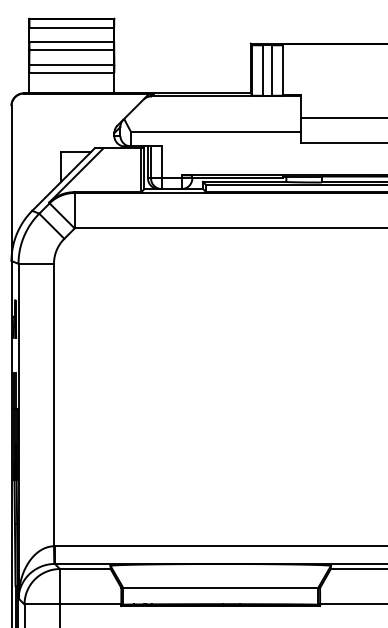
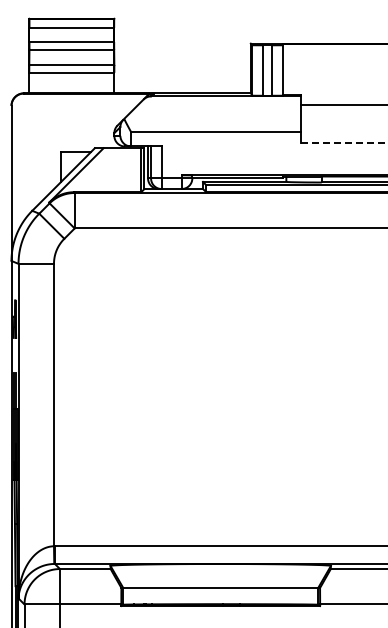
line at (342, 118) position: (342, 118) -> (342, 105)
line at (344, 142): solid -> dashed
